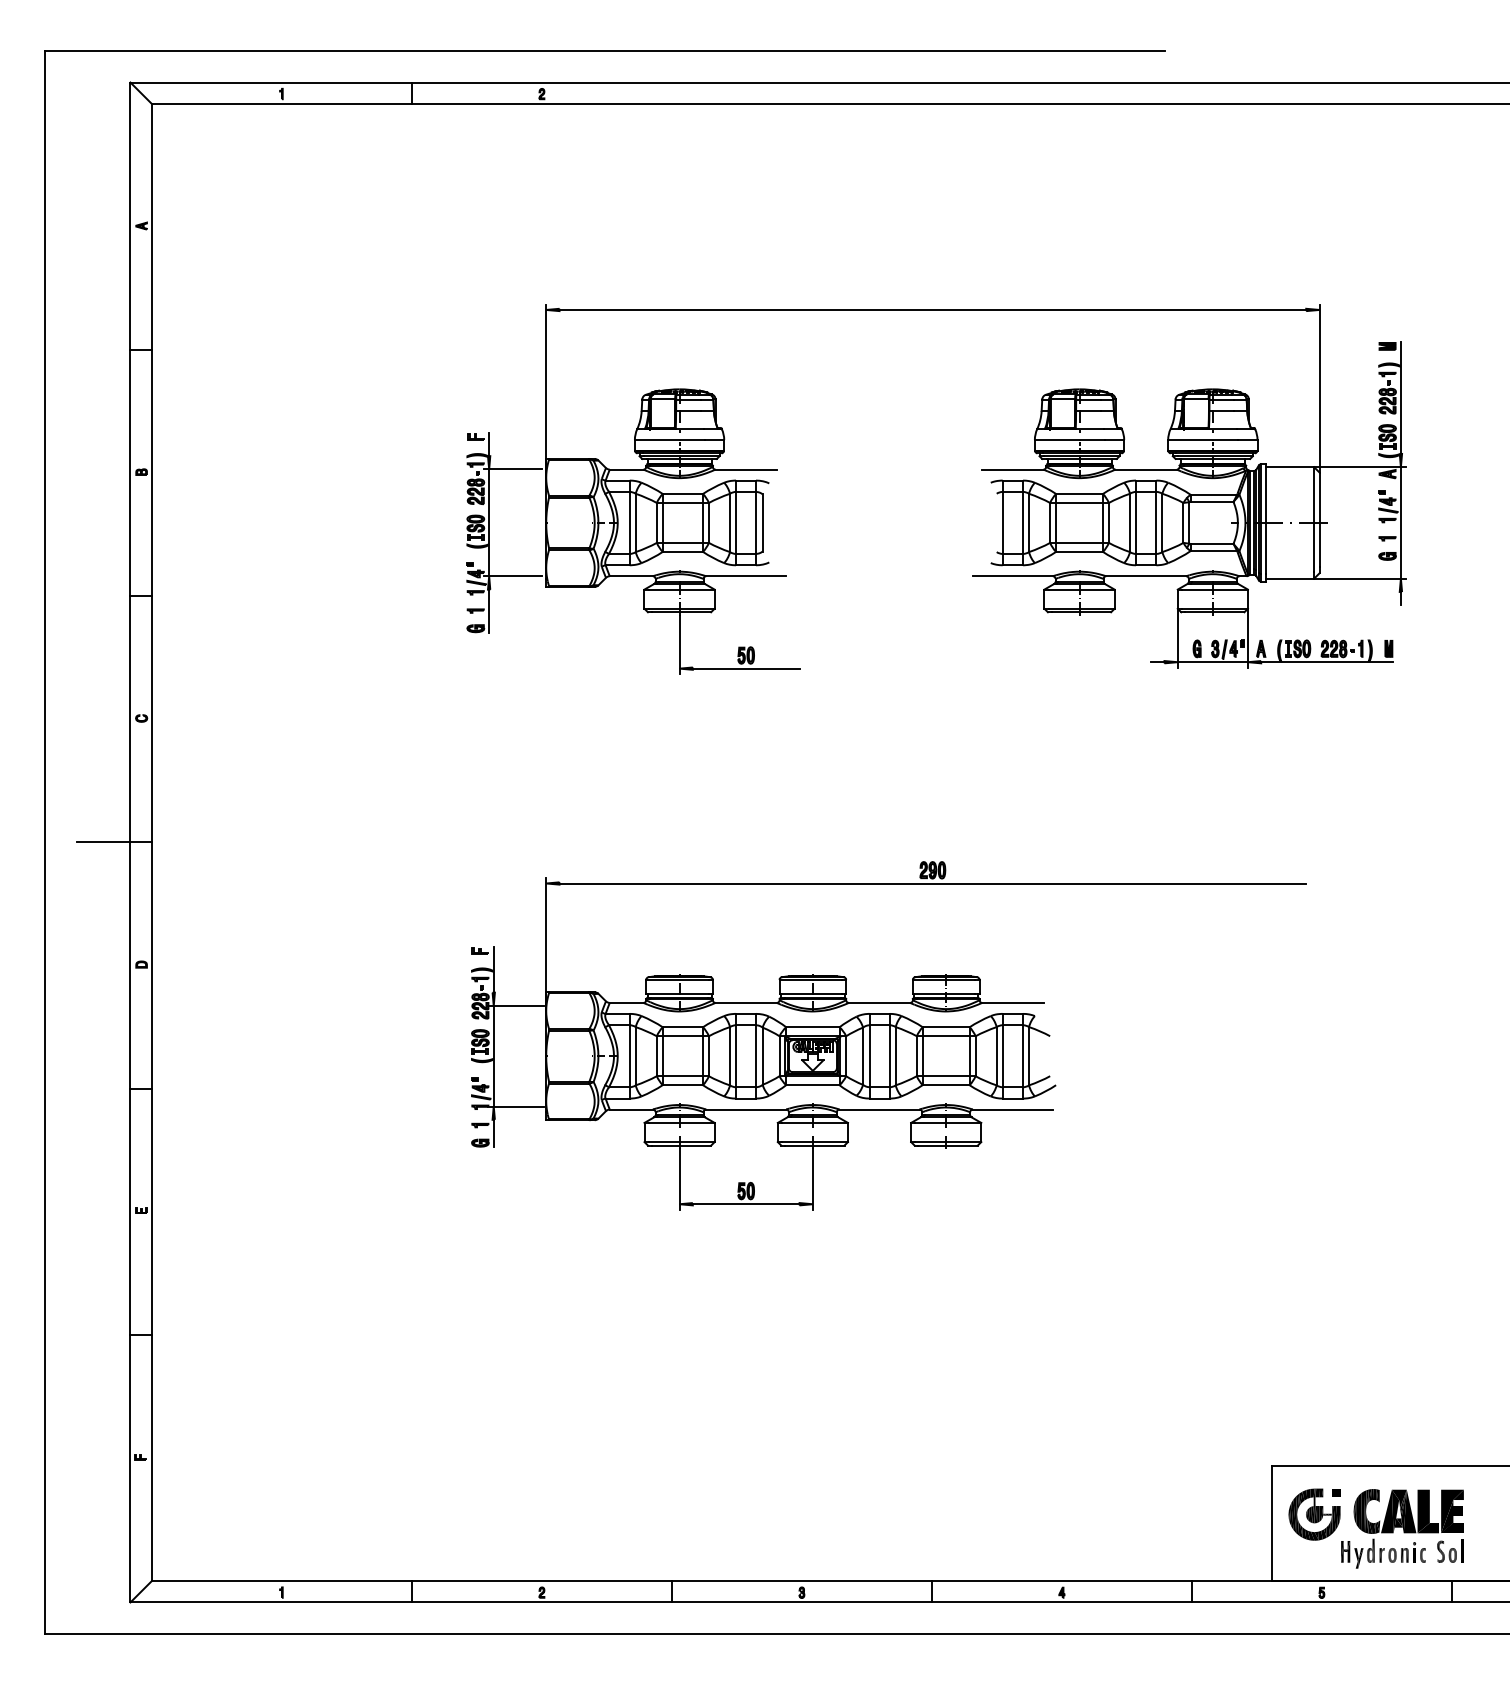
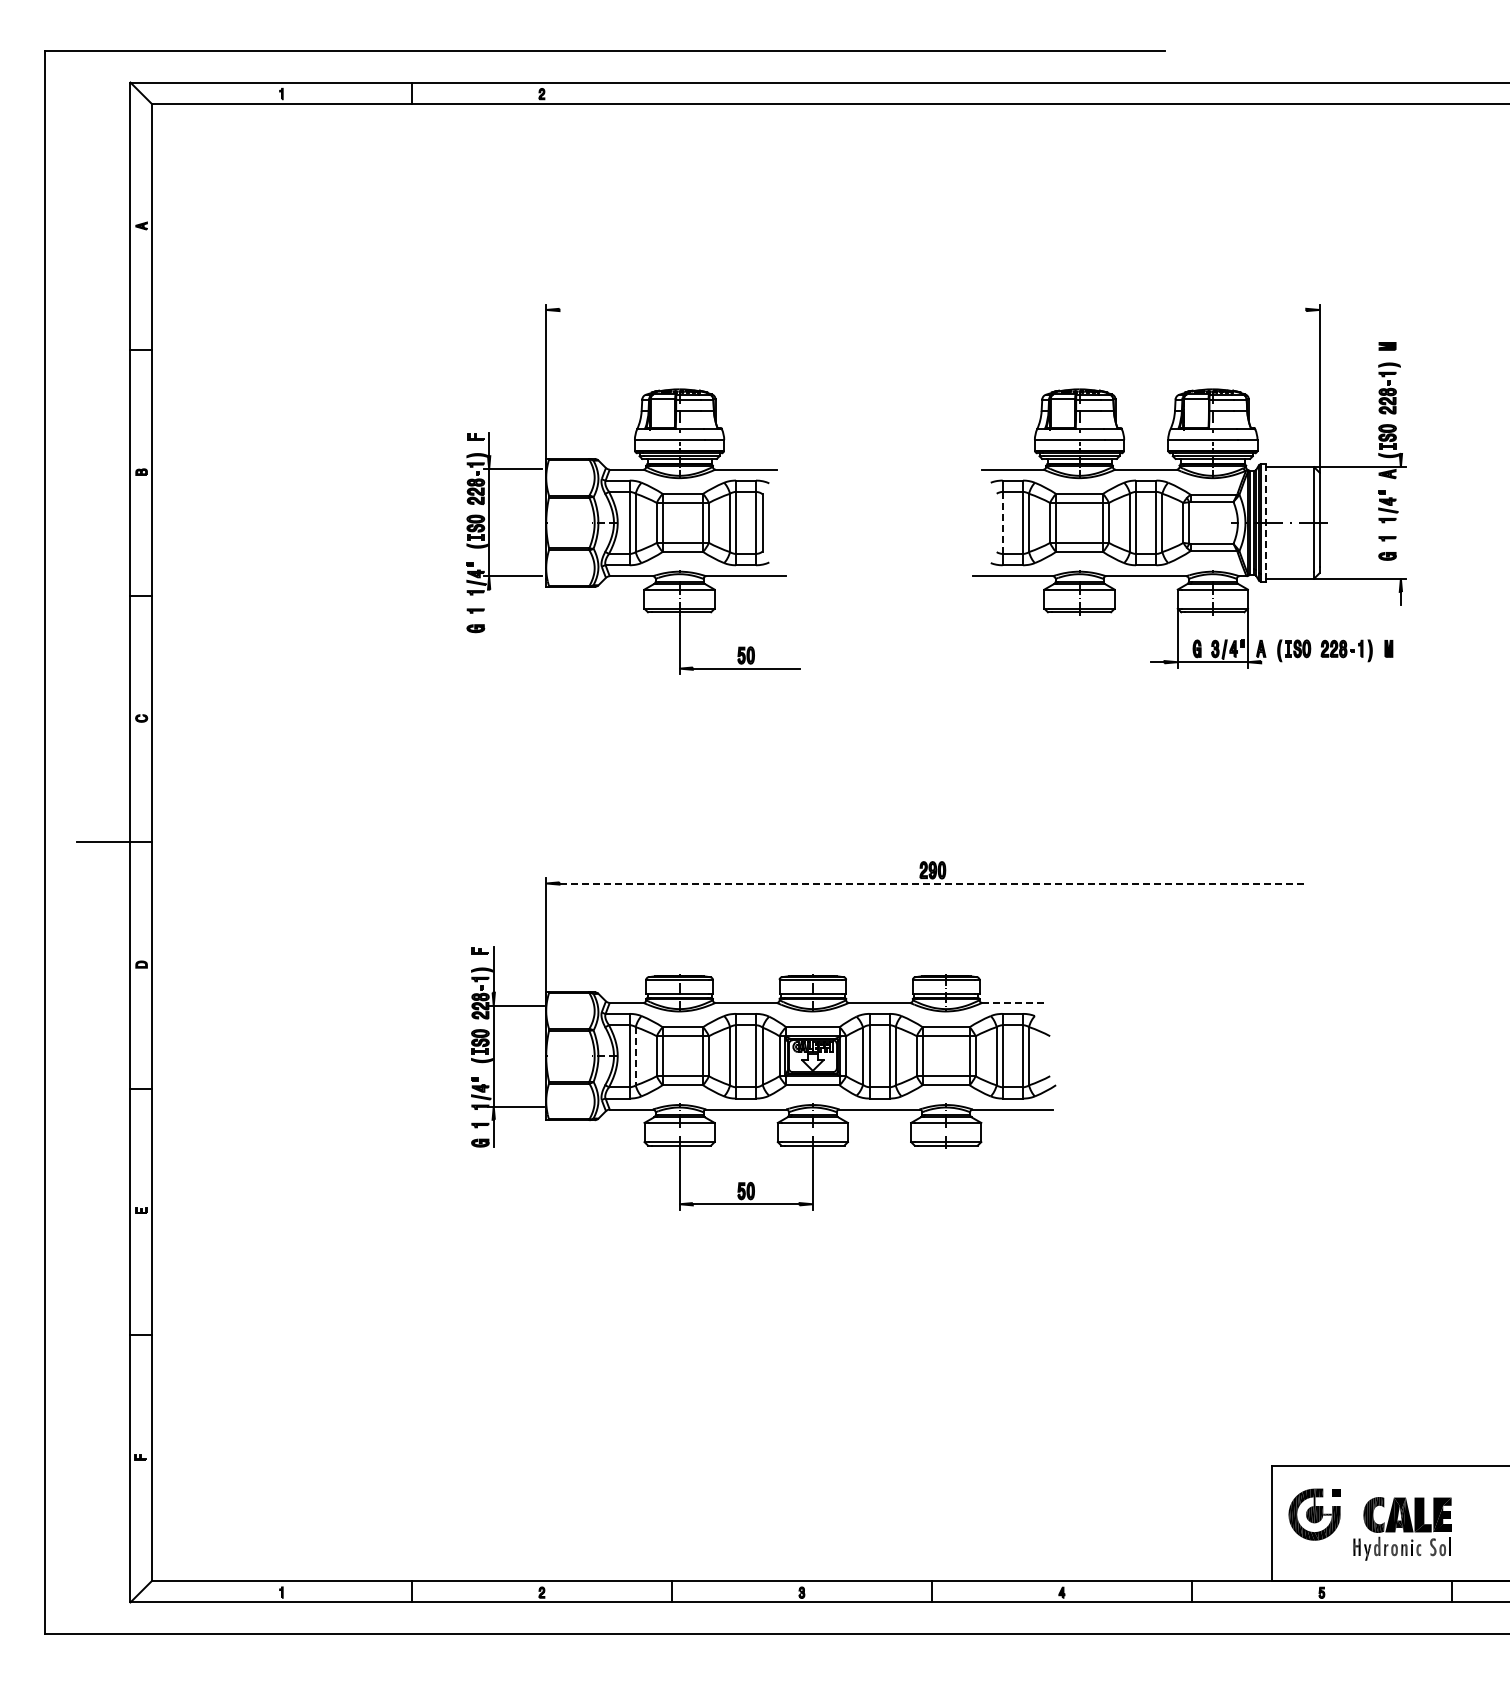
line at (932, 309): present -> none
line at (1400, 397): present -> none
line at (1266, 519): solid -> dashed
line at (1002, 522): solid -> dashed
line at (1400, 522): present -> none
line at (489, 610): present -> none
line at (1327, 662): present -> none
line at (933, 883): solid -> dashed
line at (1012, 1002): solid -> dashed
line at (635, 1056): solid -> dashed
part at (1402, 1528) size: 123x80 px -> 99x64 px
